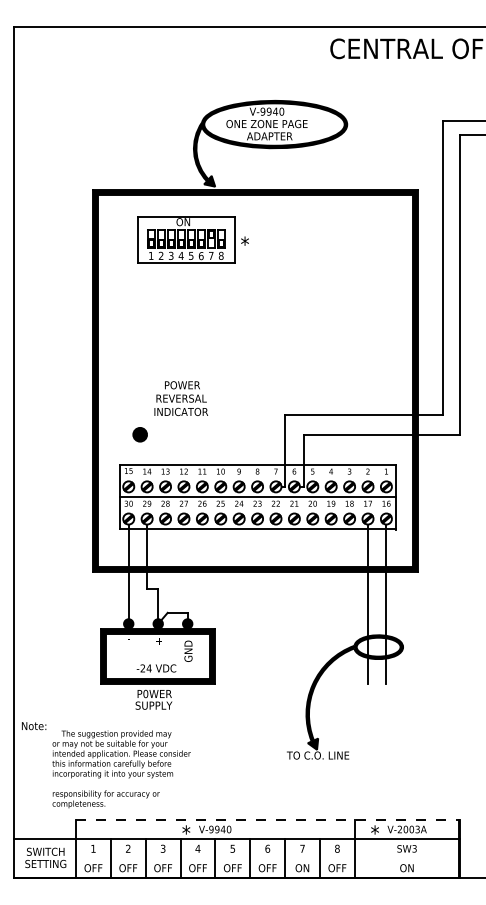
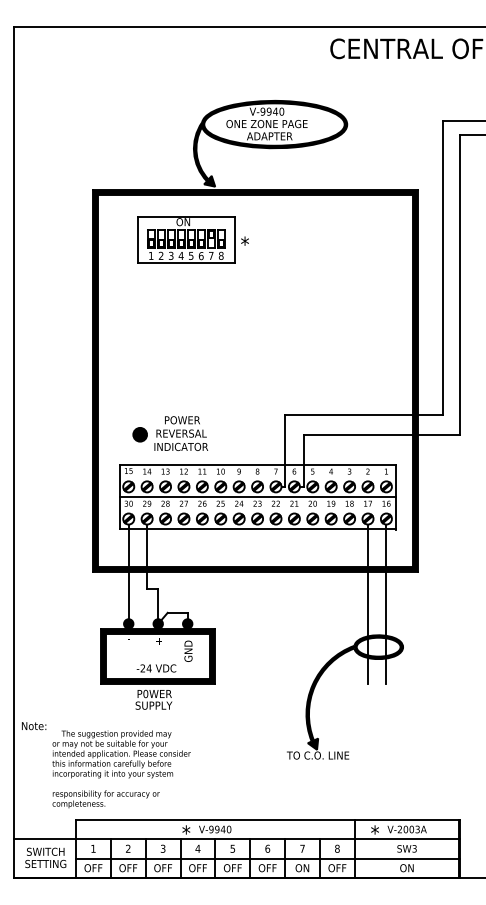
text at (180, 398) position: (180, 398) -> (180, 433)
line at (267, 819): dashed -> solid
line at (267, 858): none -> present
